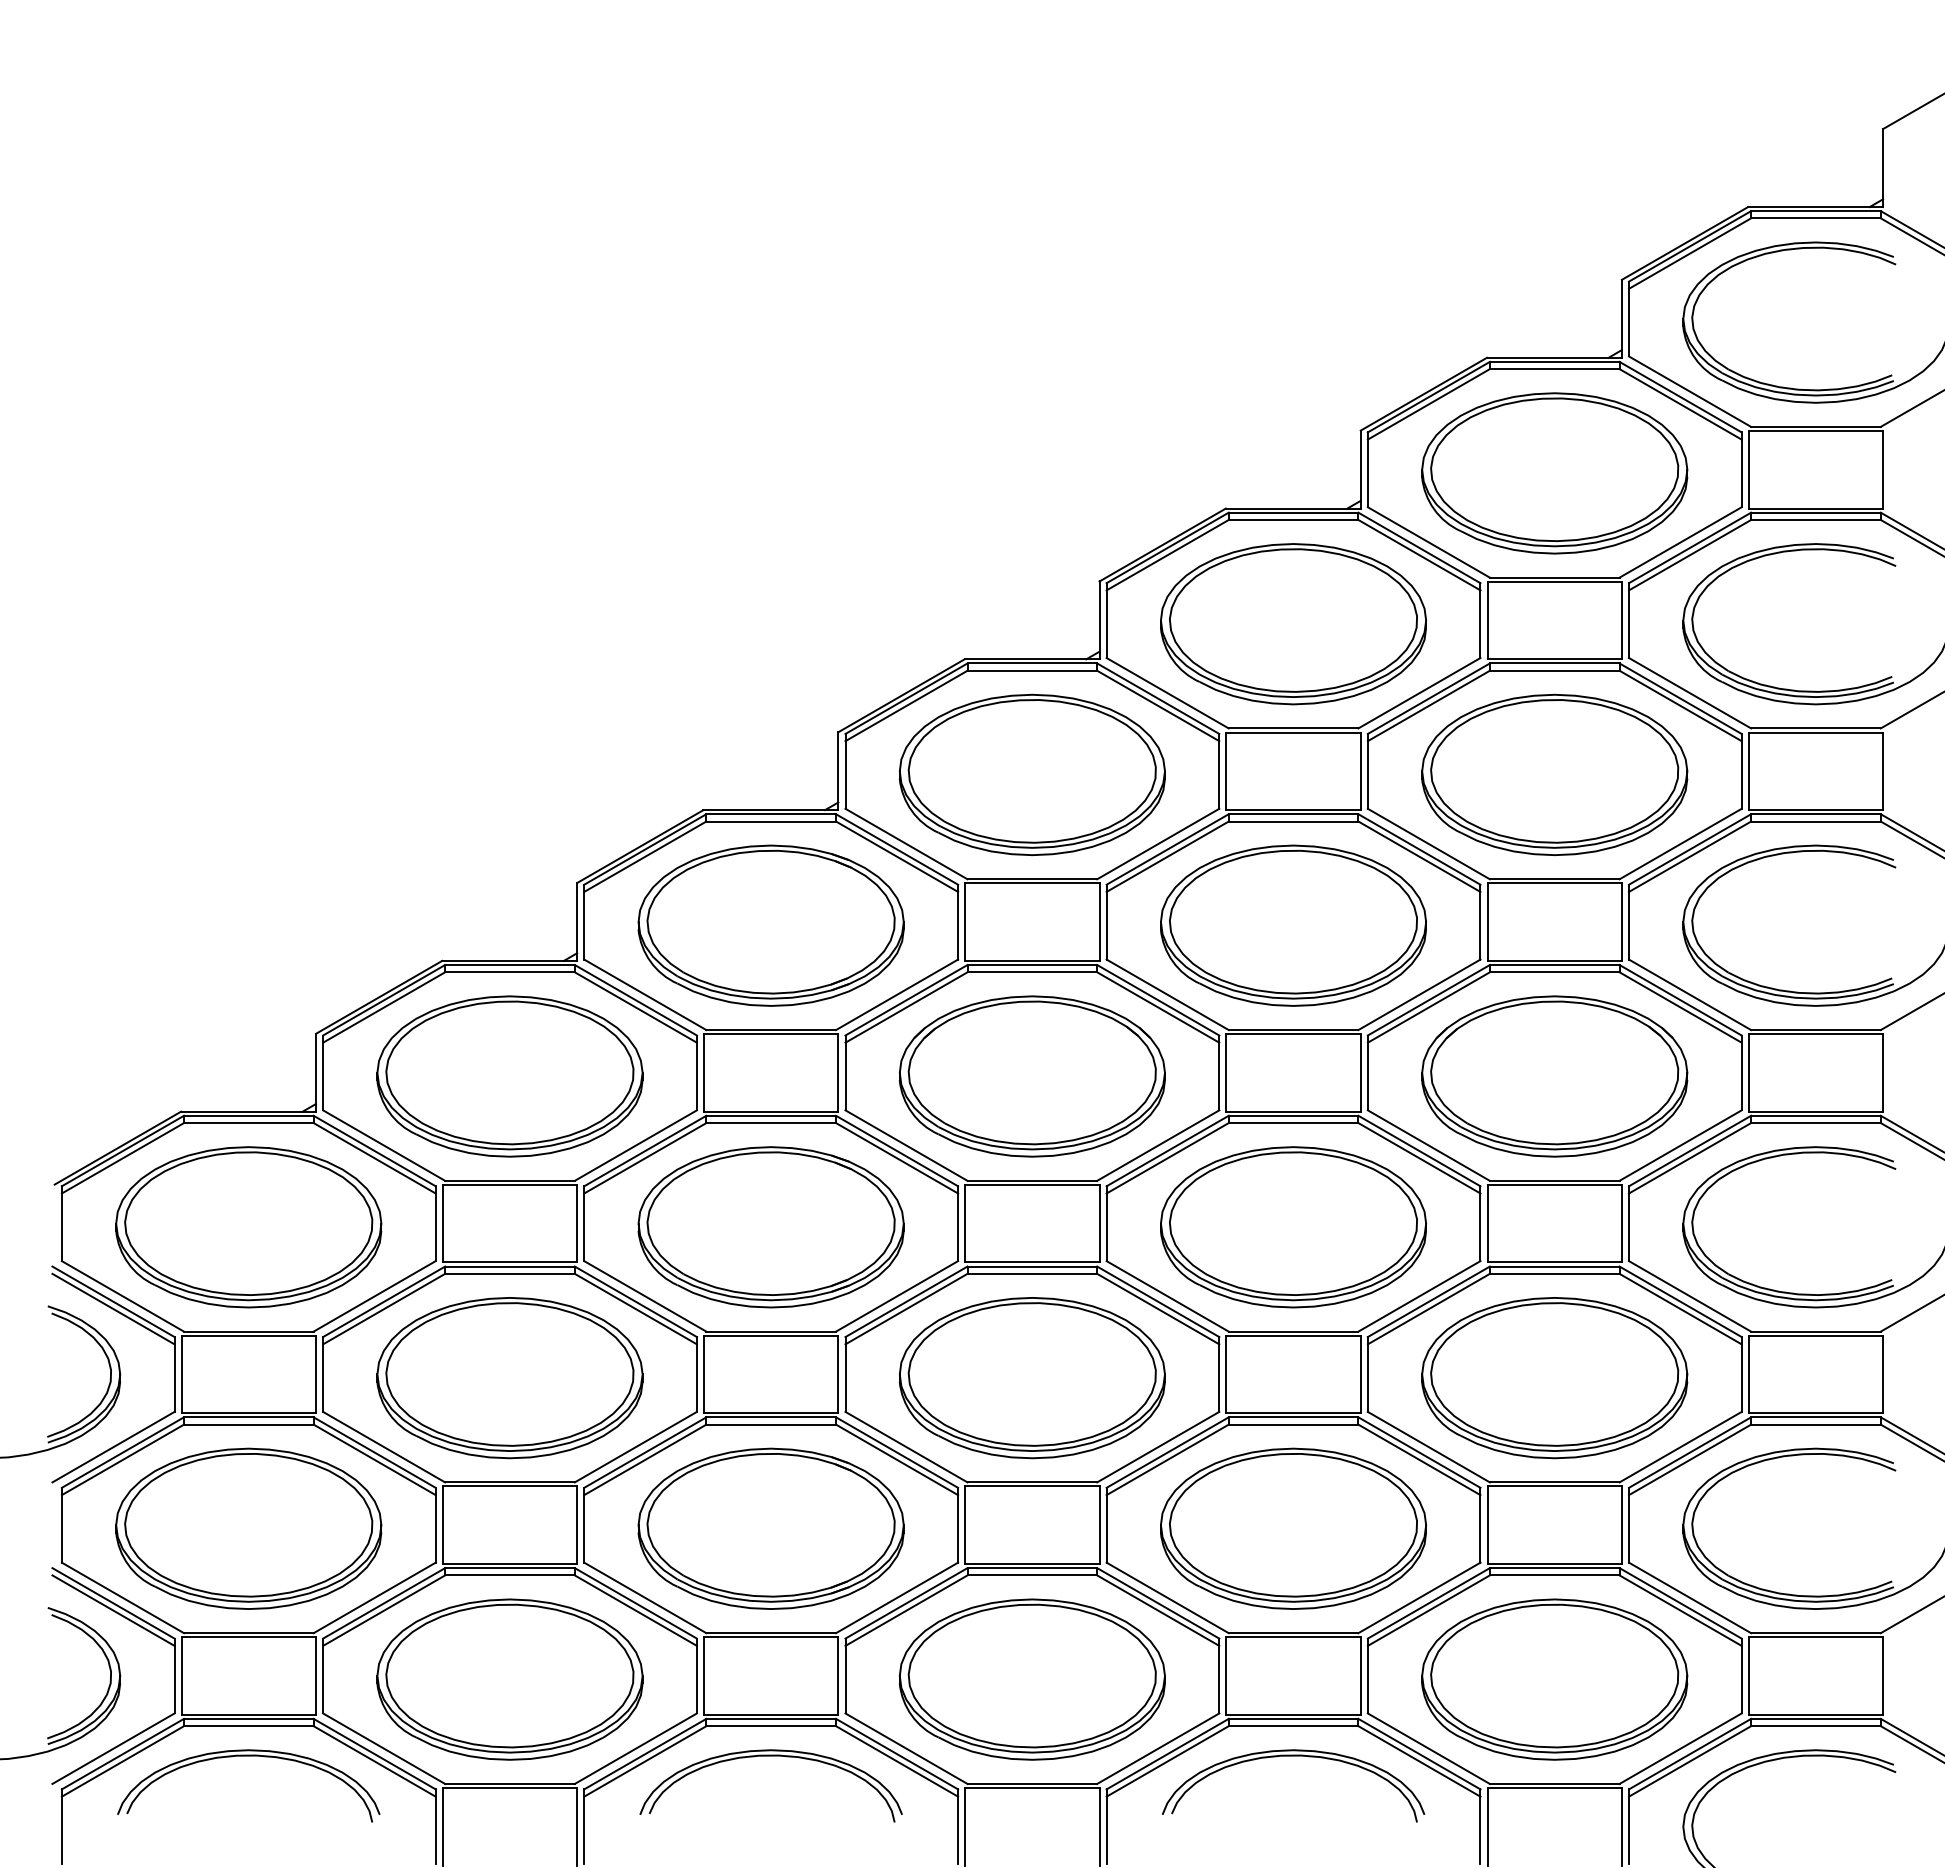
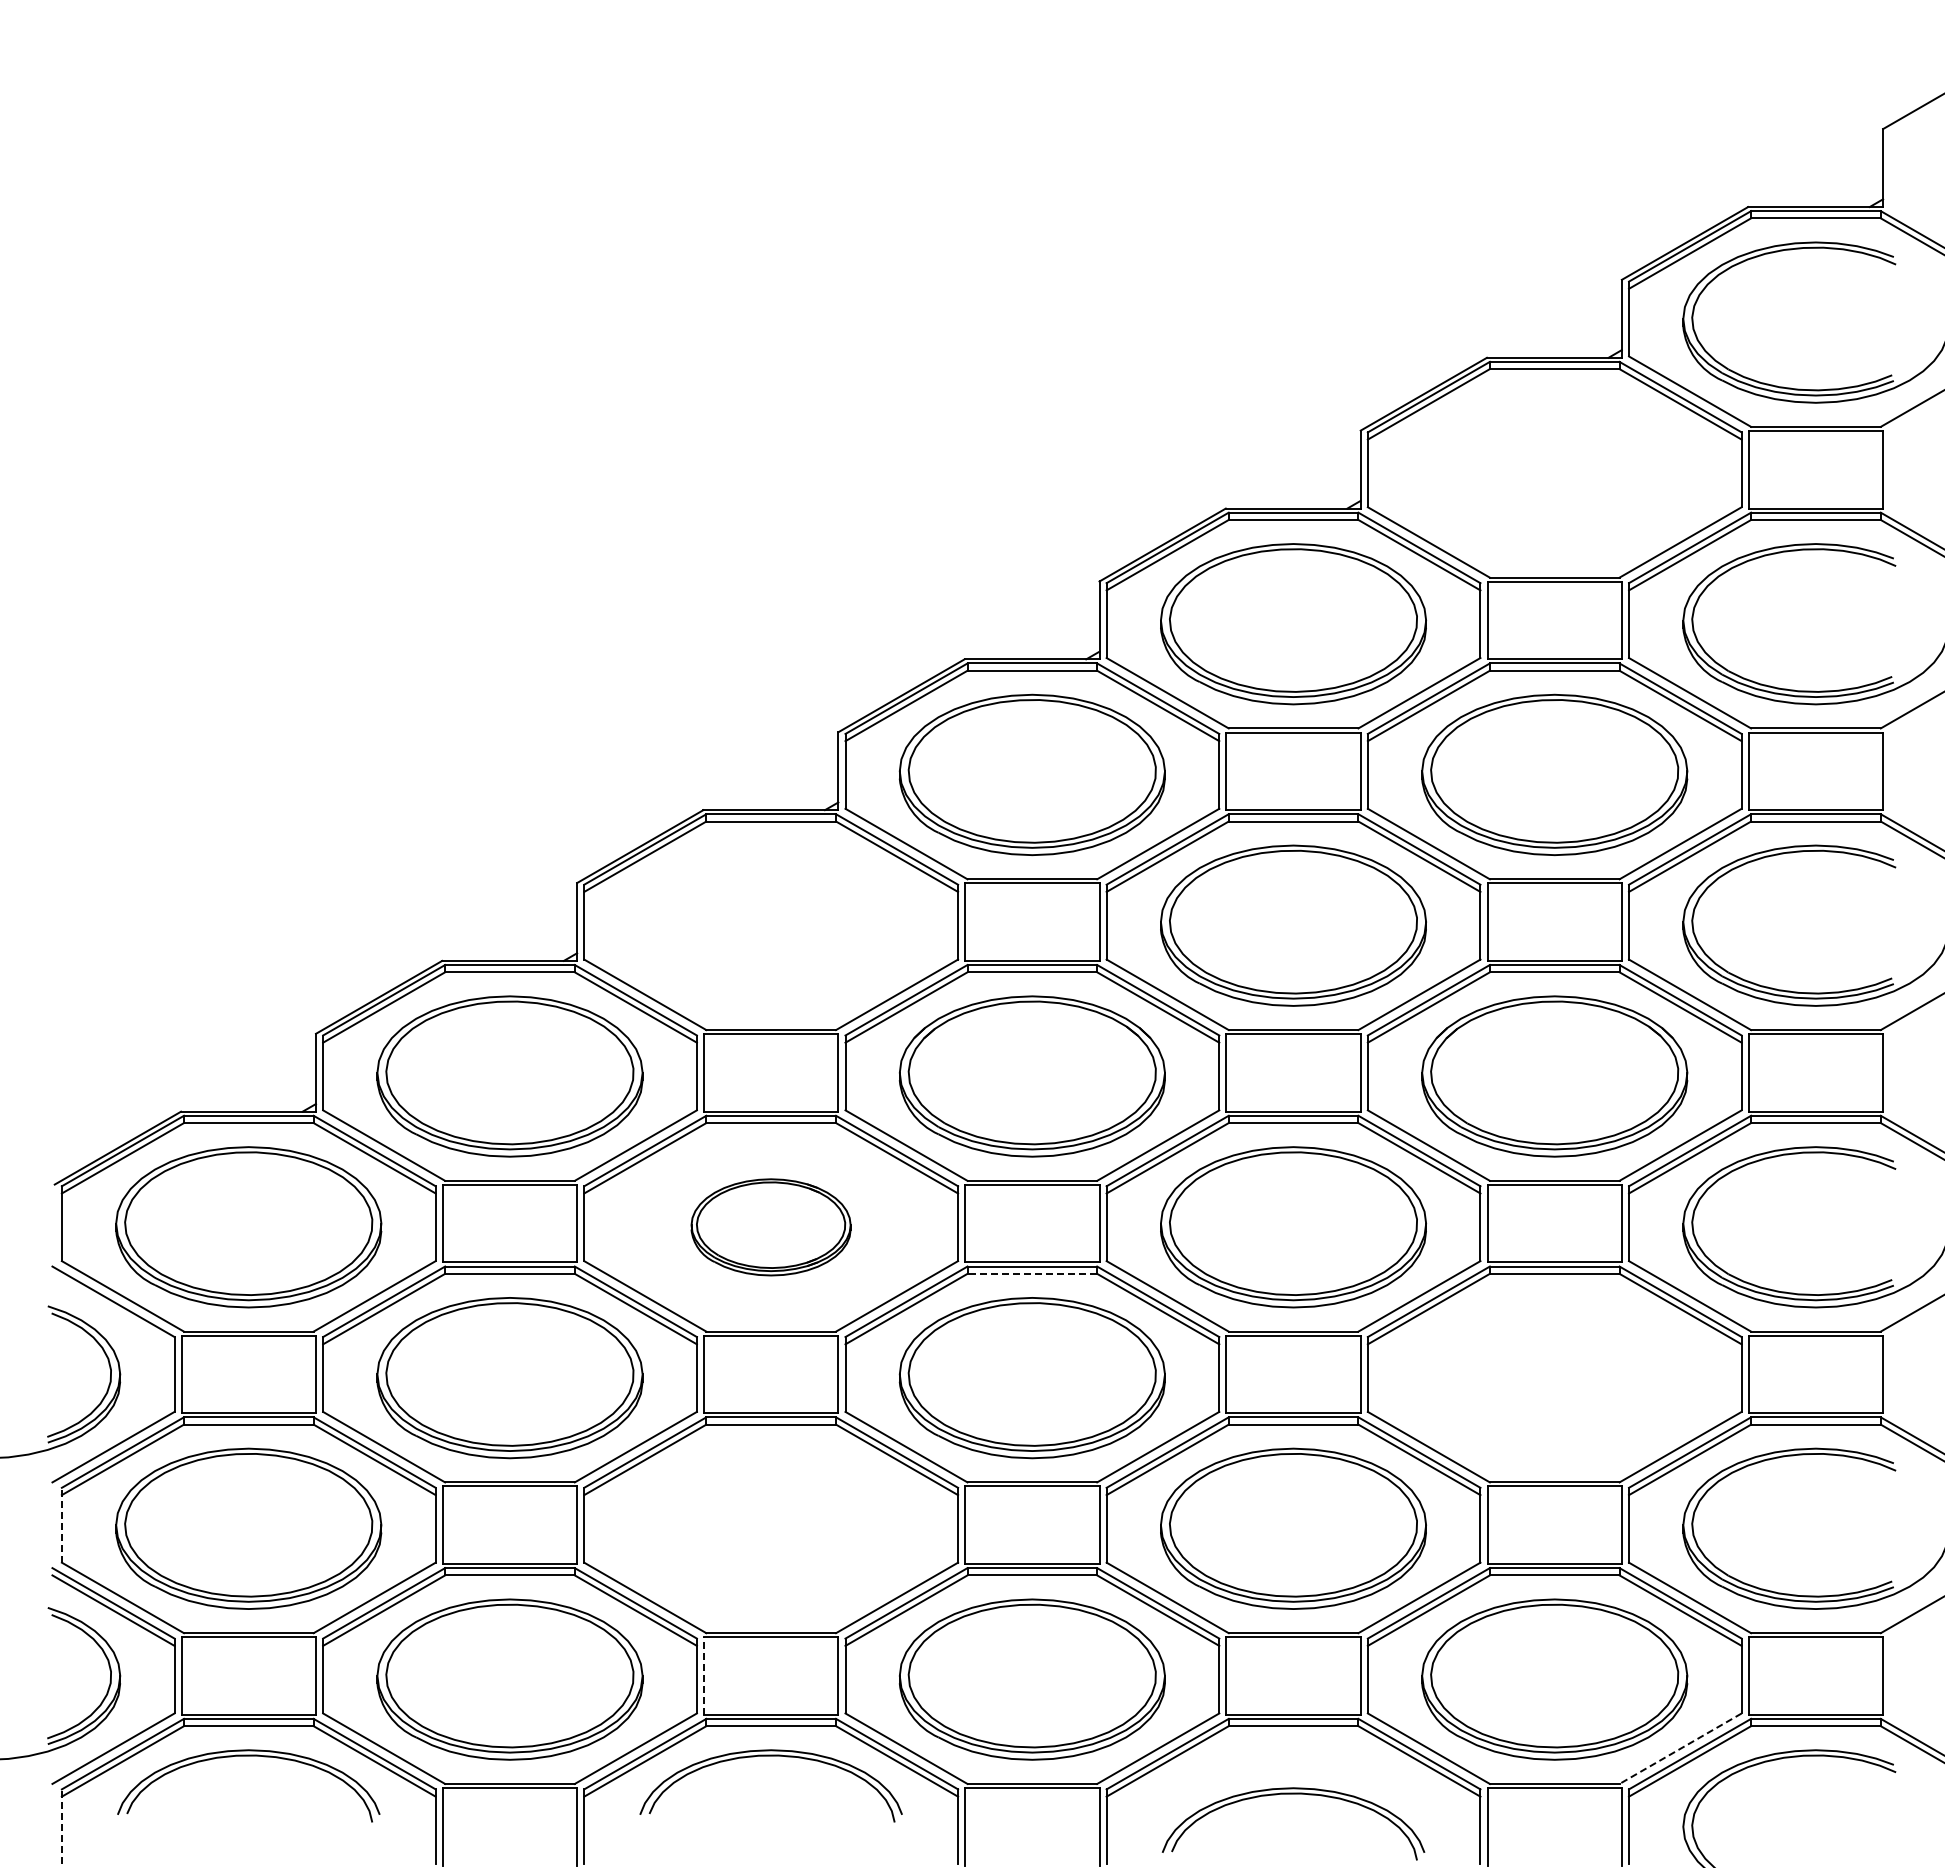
part at (1554, 473): present -> none
part at (770, 925): present -> none
part at (770, 1227) size: 268x163 px -> 162x99 px
line at (1032, 1273): solid -> dashed
line at (113, 1308): present -> none
part at (1554, 1378): present -> none
line at (61, 1524): solid -> dashed
part at (770, 1528): present -> none
line at (704, 1676): solid -> dashed
line at (1680, 1748): solid -> dashed
part at (1293, 1756) position: (1293, 1756) -> (1293, 1794)
line at (61, 1826): solid -> dashed
